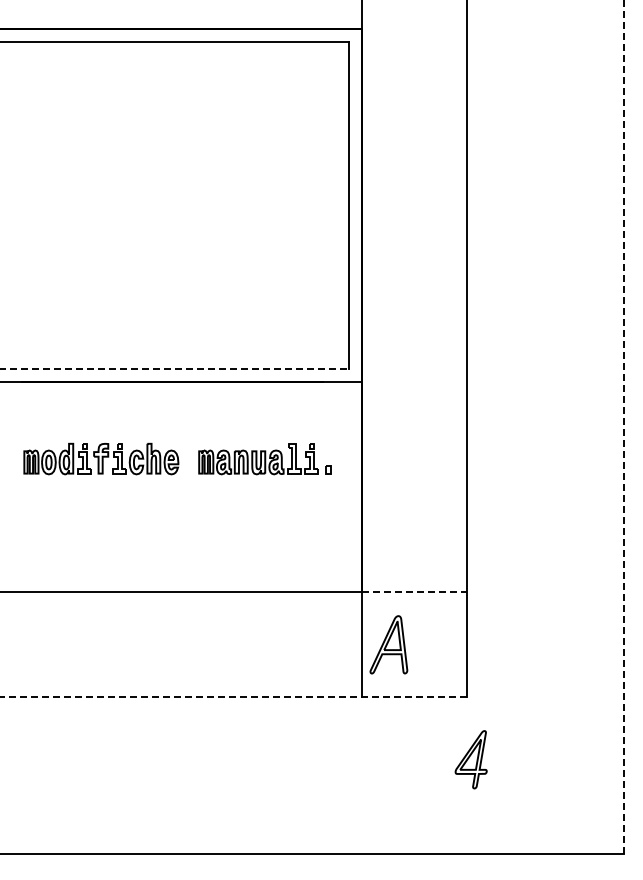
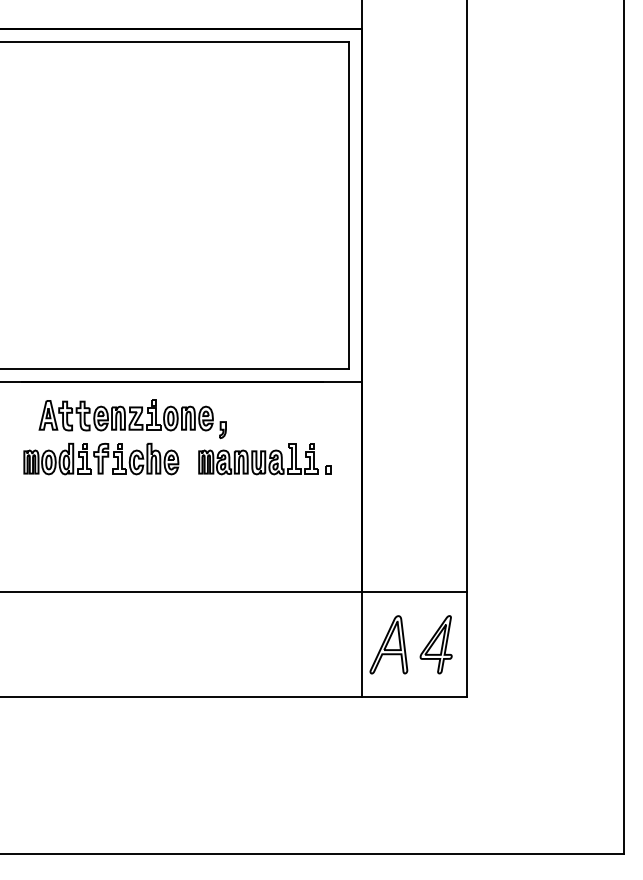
line at (175, 369): dashed -> solid
part at (132, 418): none -> present
line at (623, 427): dashed -> solid
line at (415, 591): dashed -> solid
line at (233, 696): dashed -> solid
part at (470, 759) position: (470, 759) -> (435, 644)
